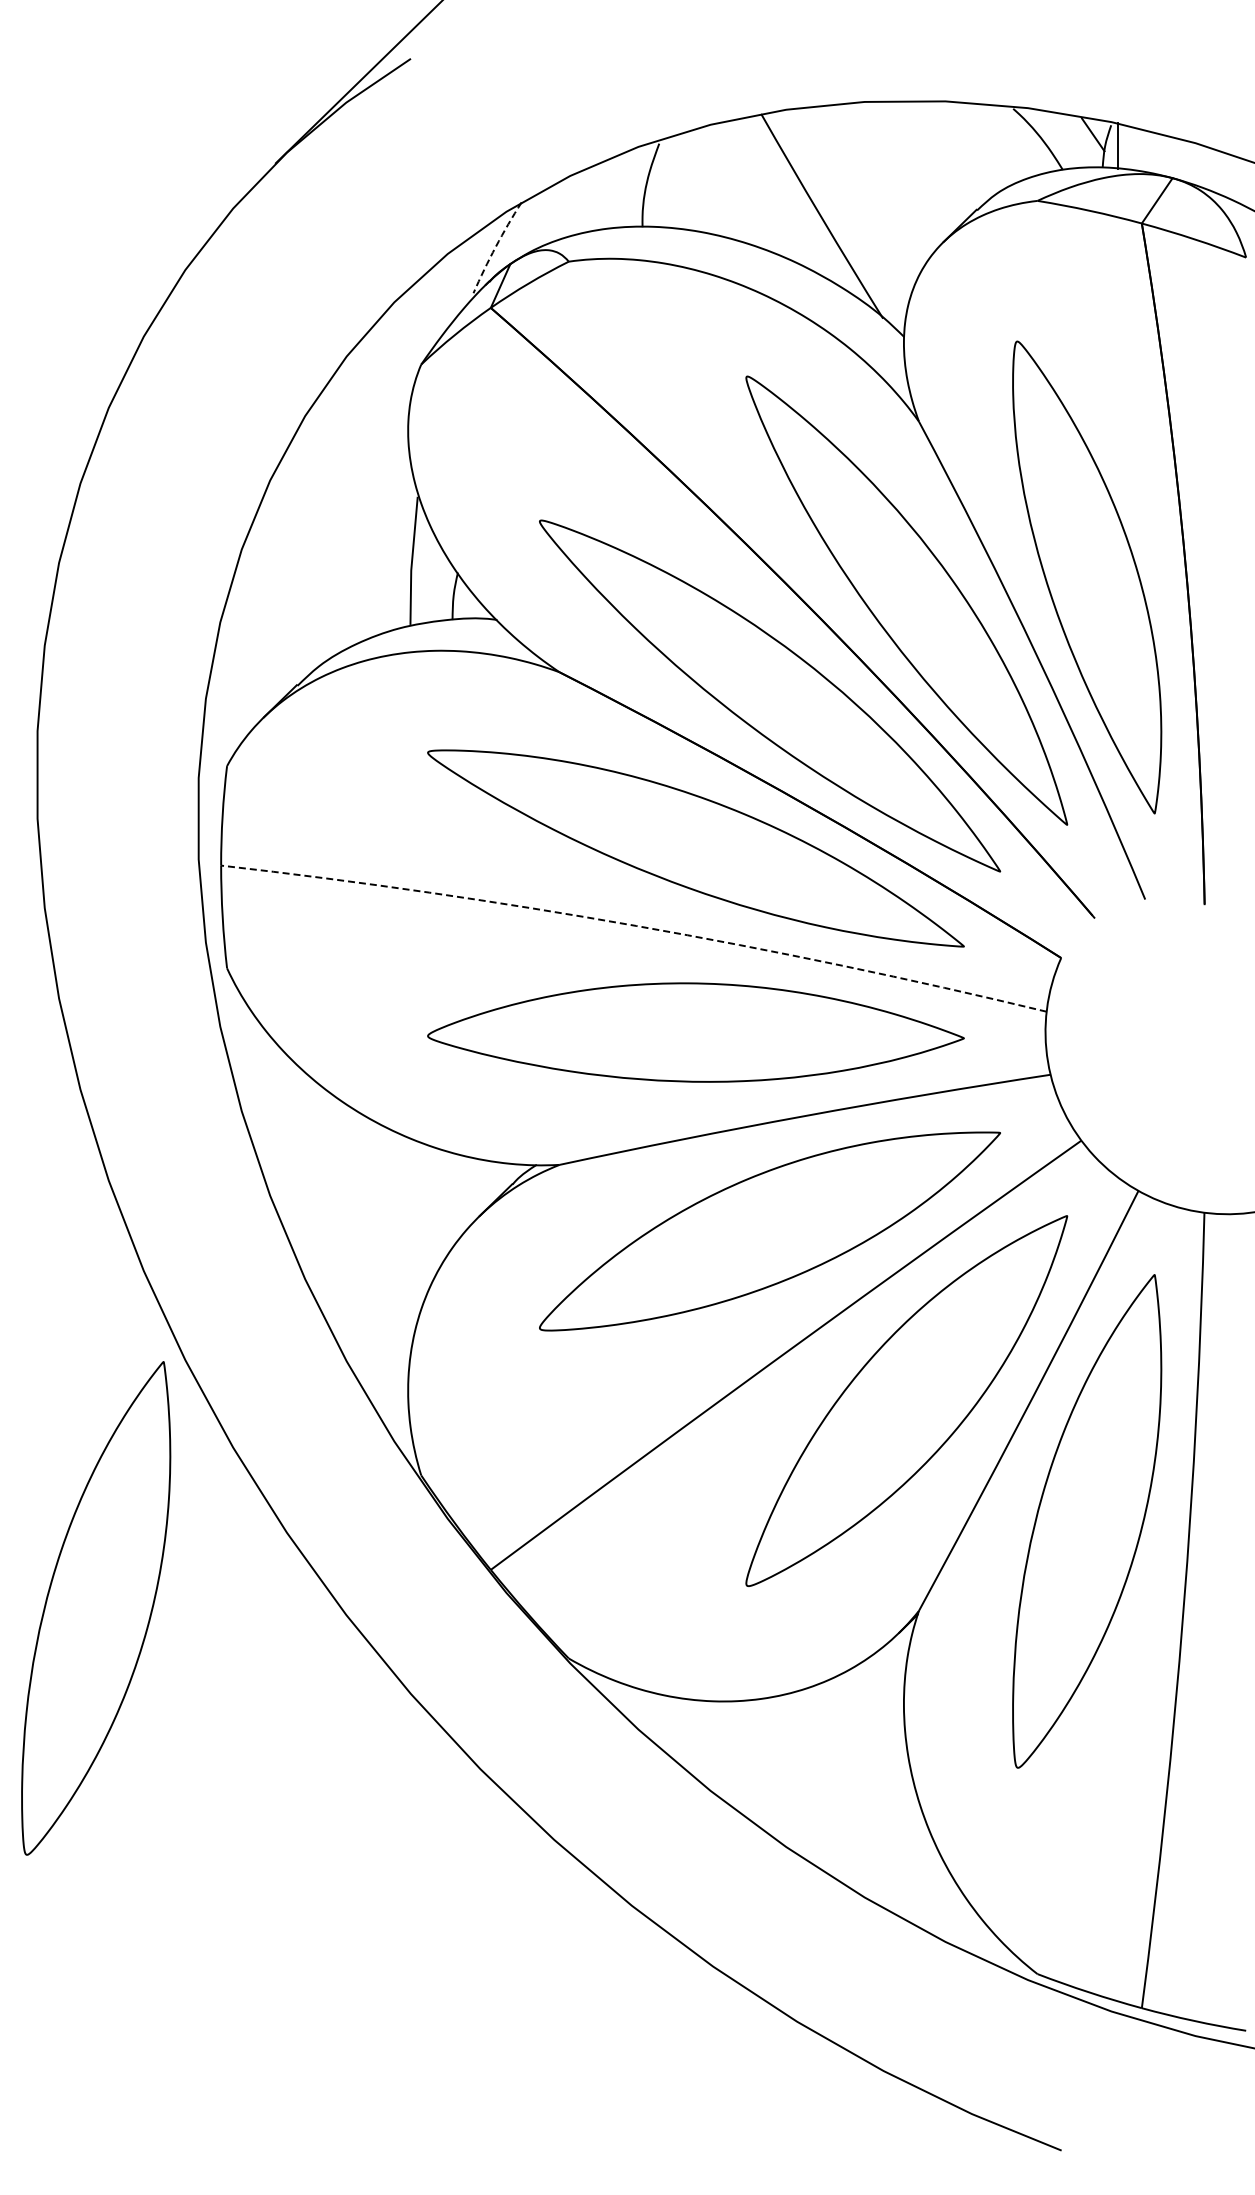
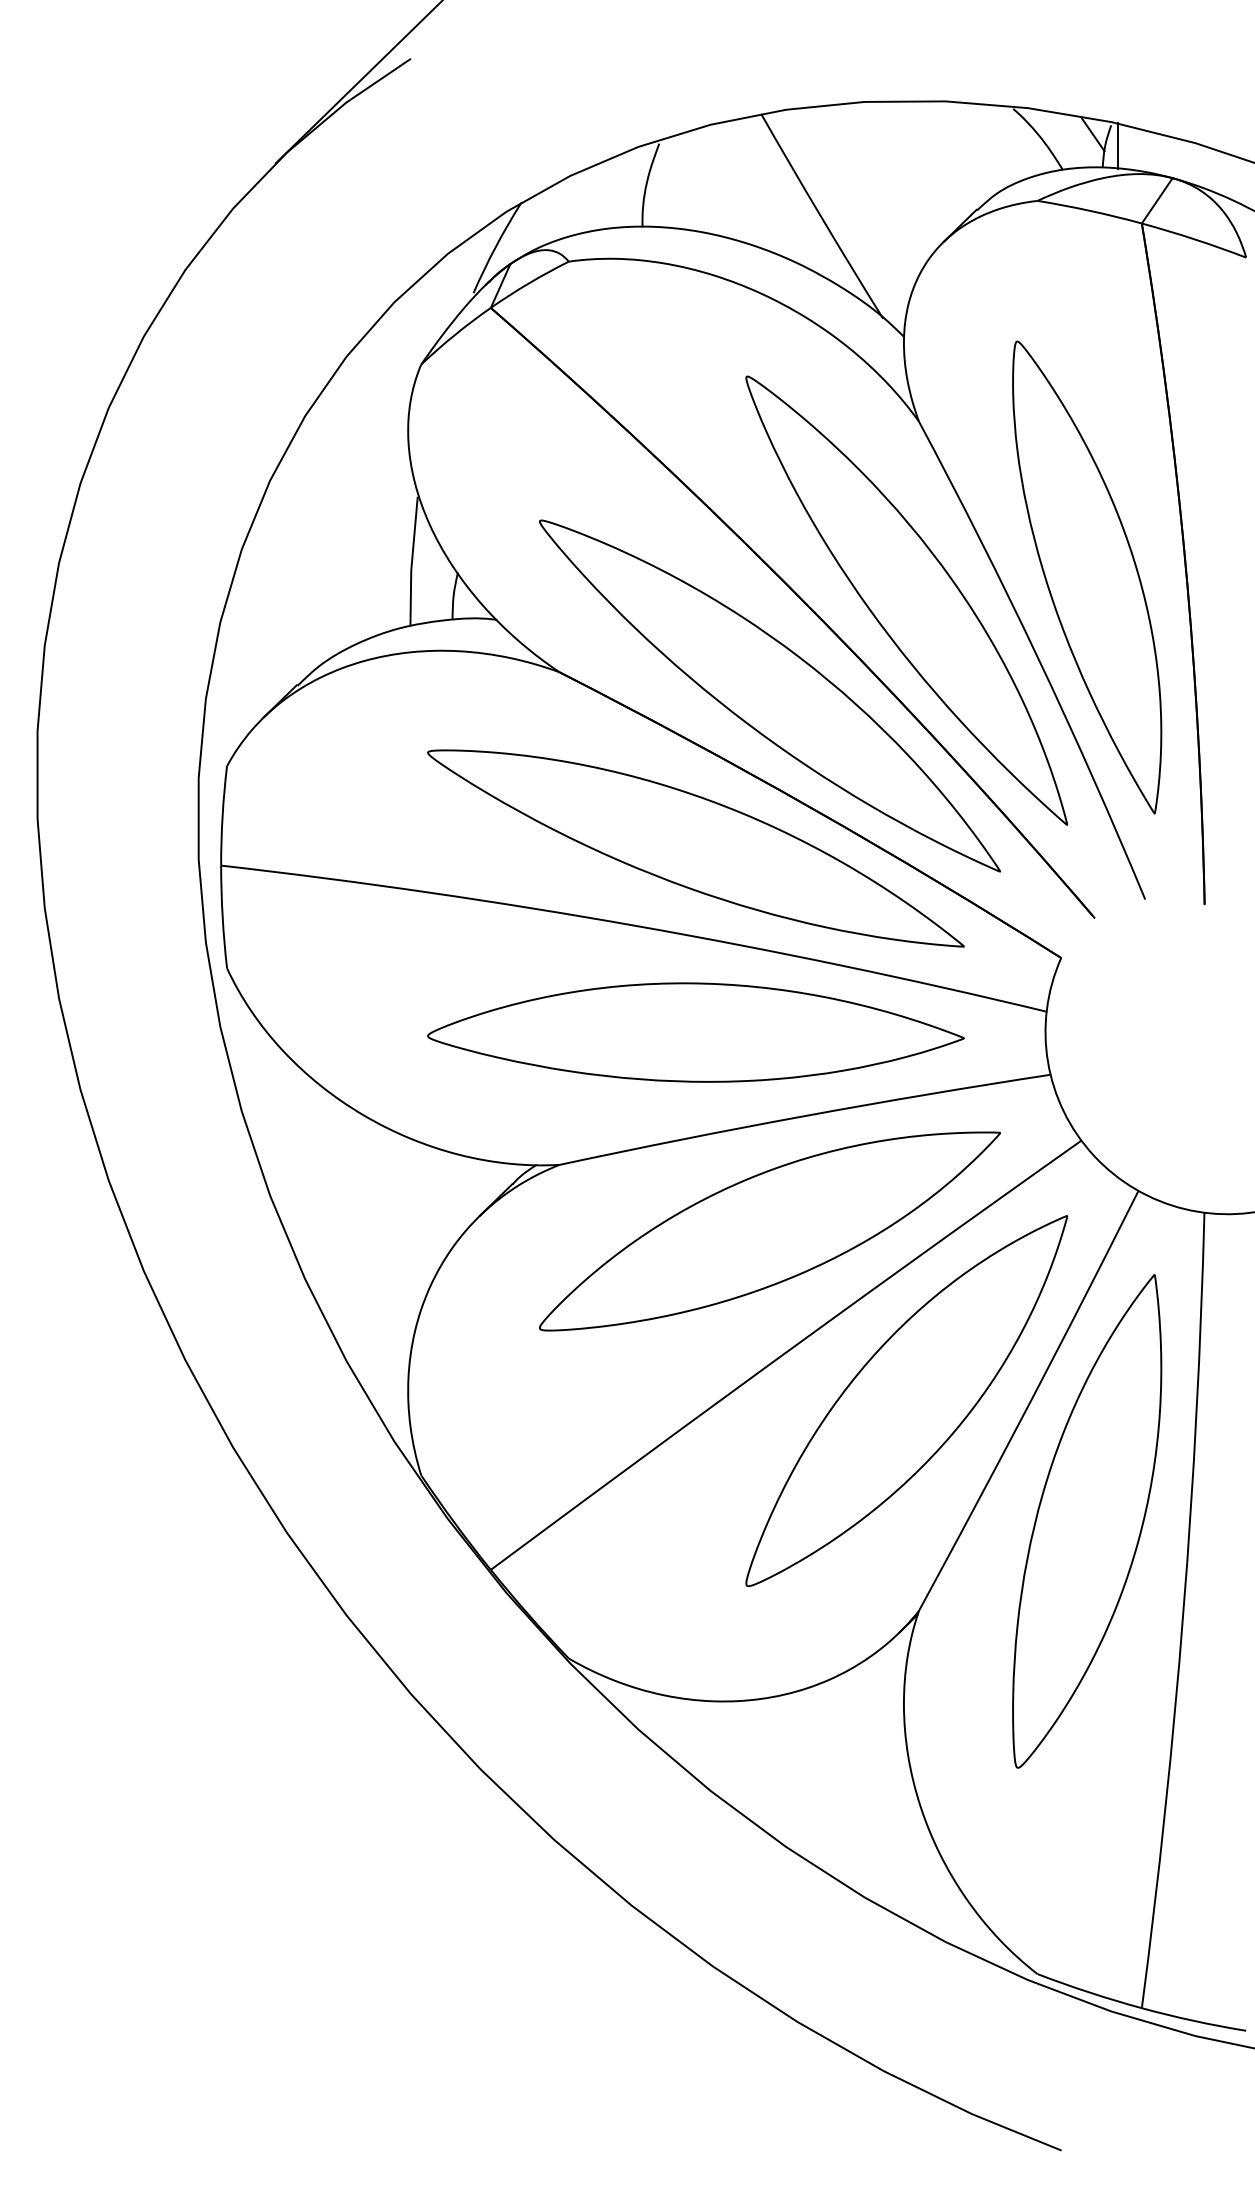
arc at (495, 246): dashed -> solid
arc at (636, 925): dashed -> solid
part at (96, 1608): present -> none
